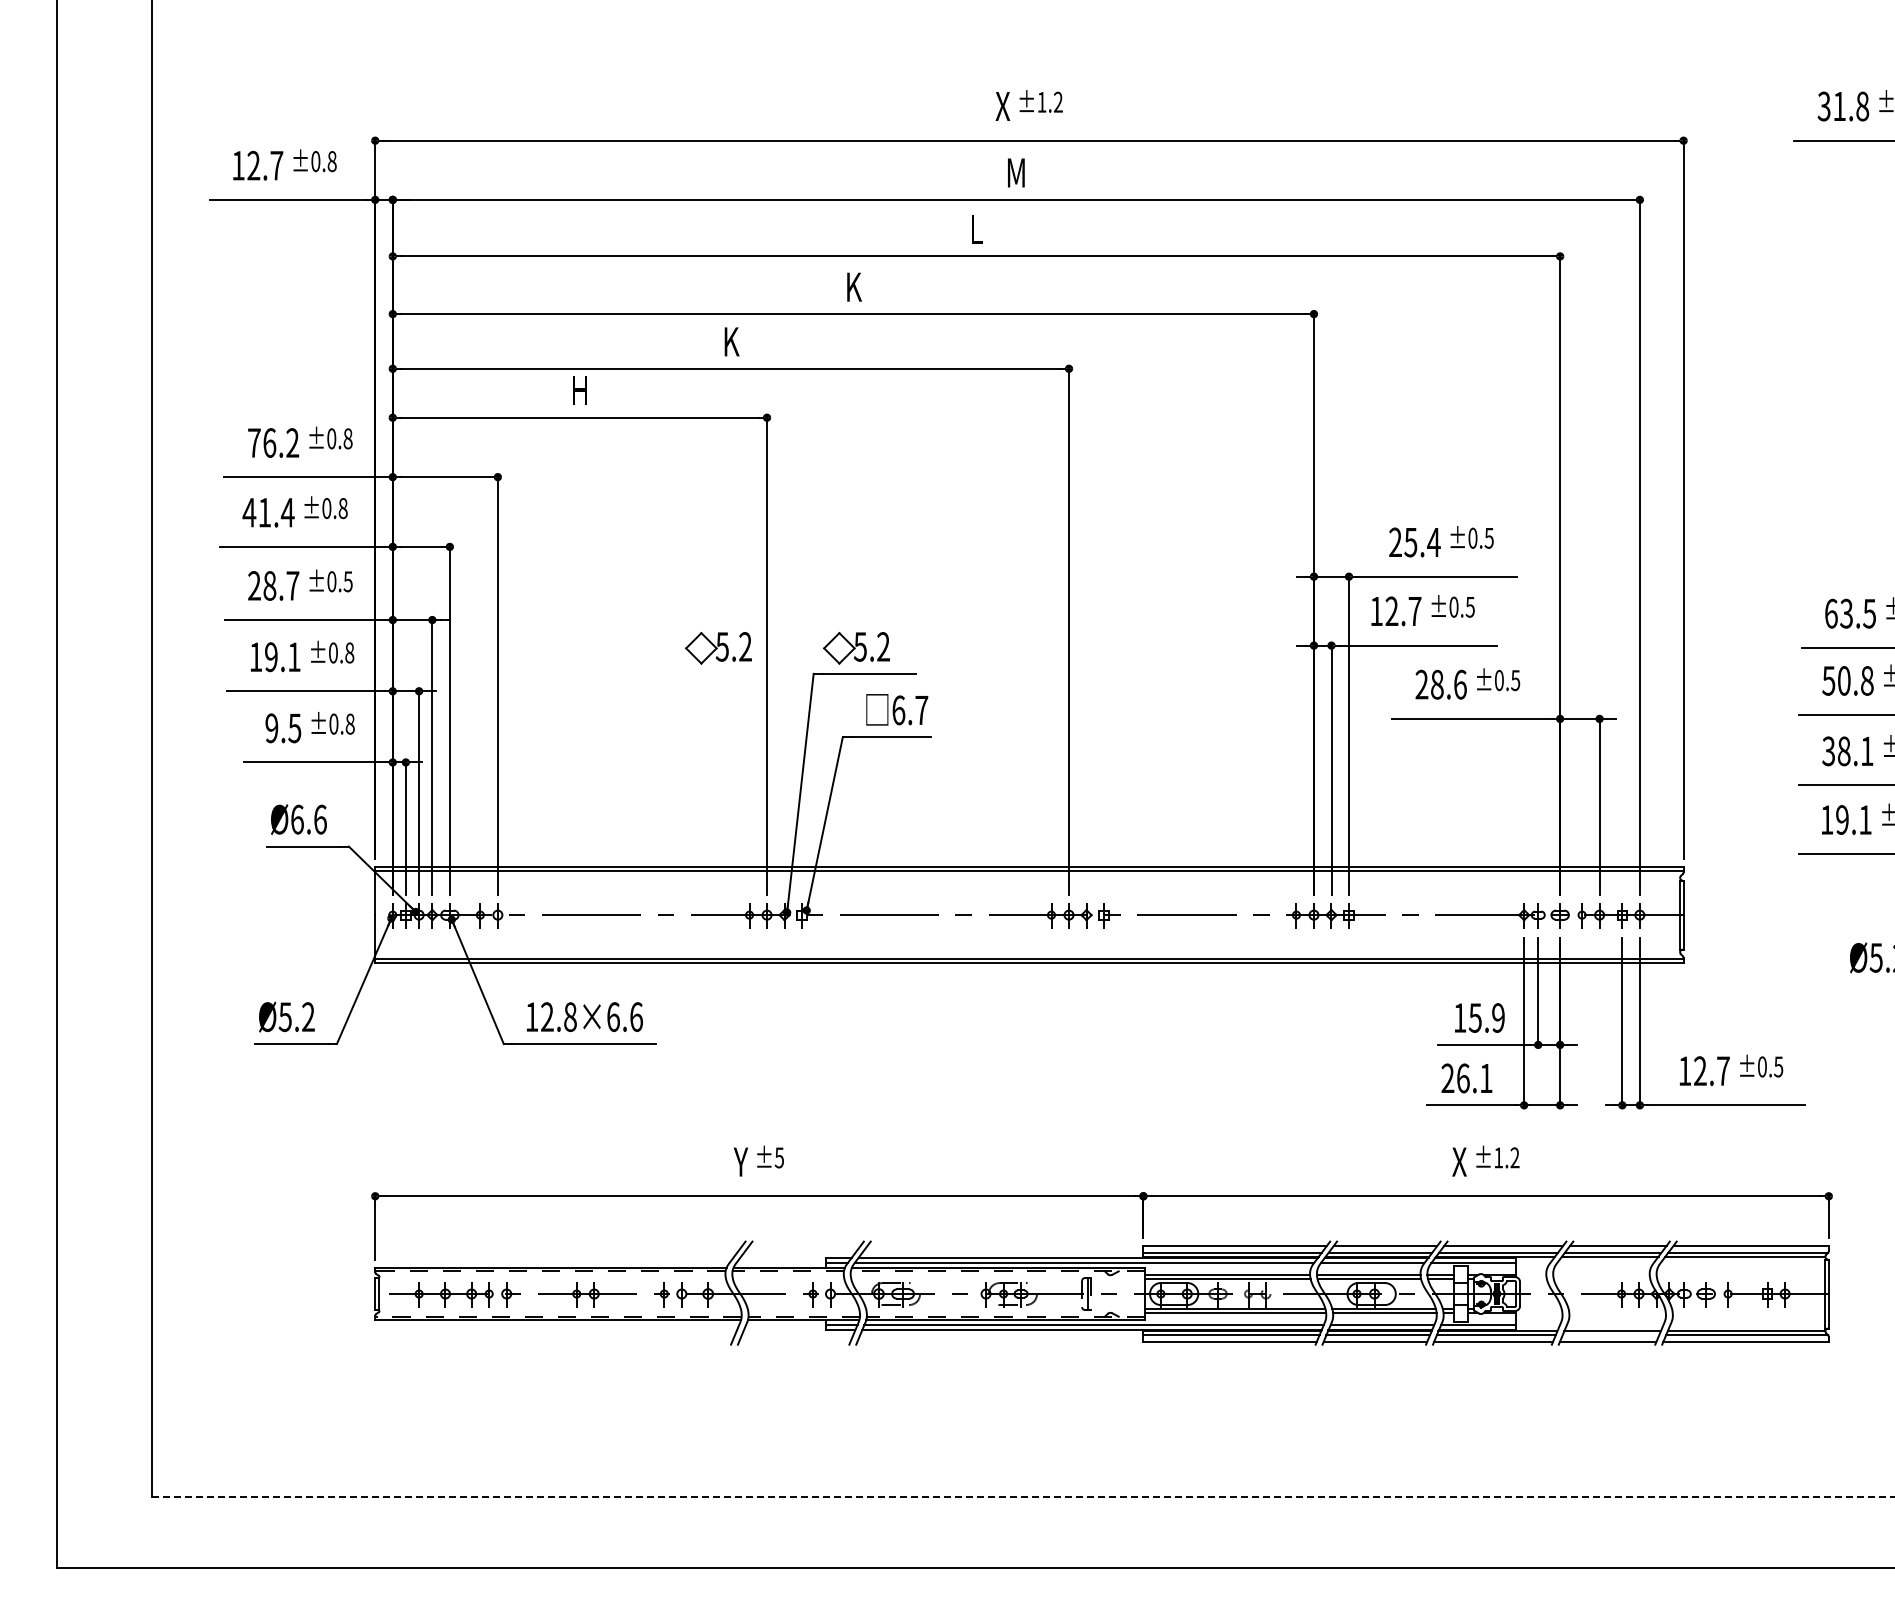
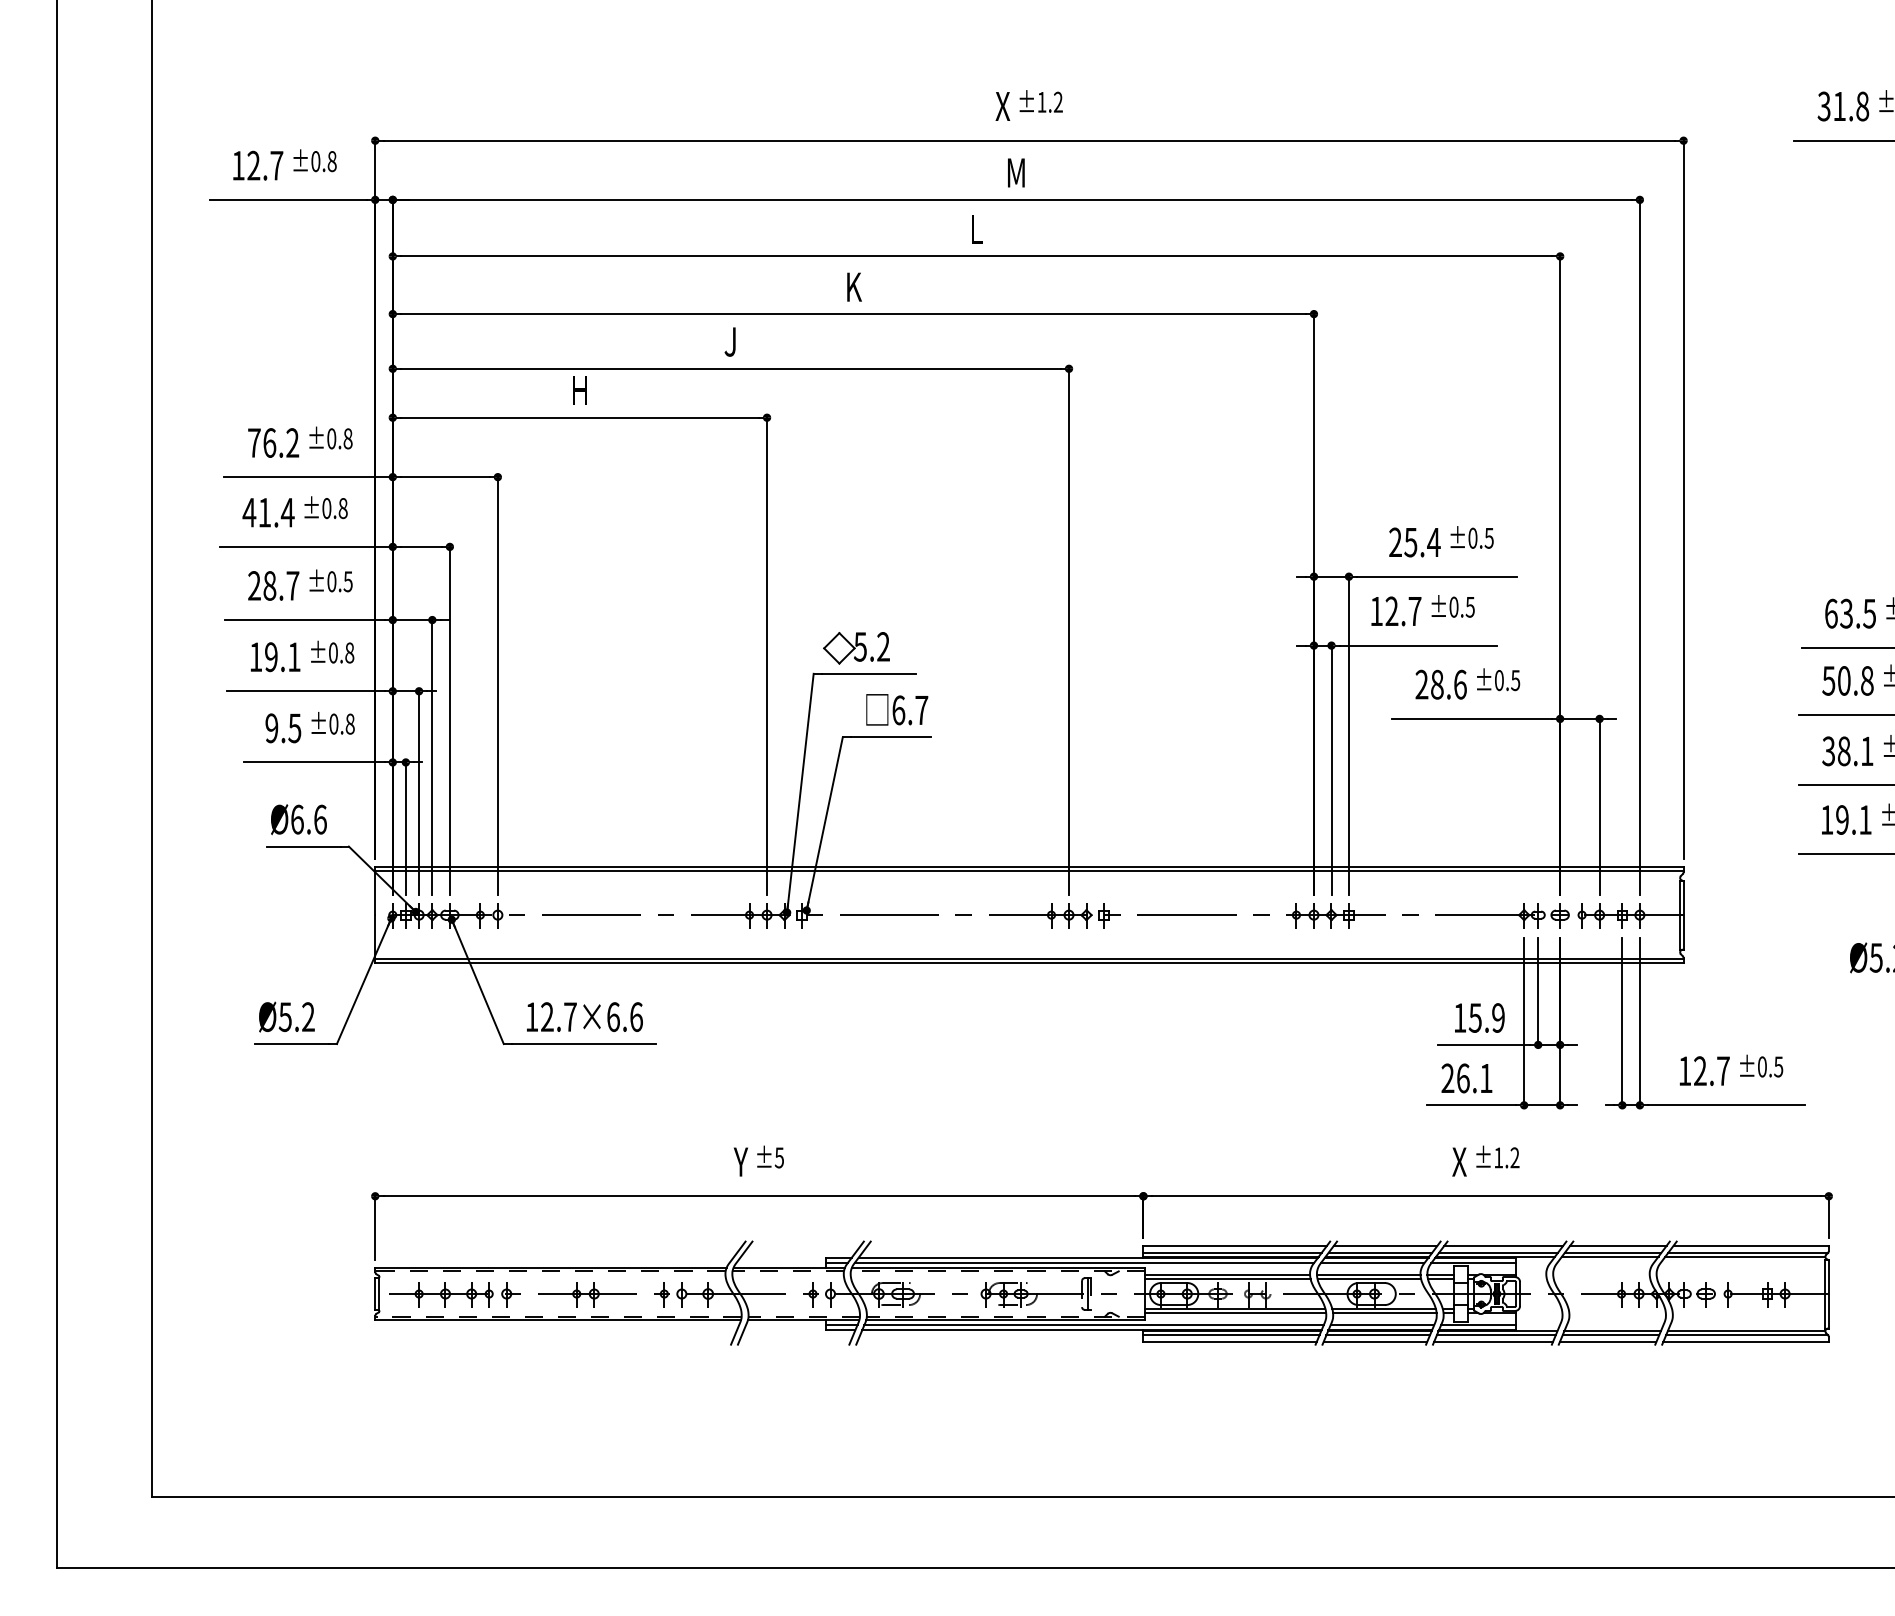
text at (731, 341): K -> J
part at (718, 648): present -> none
text at (570, 1017): 12.8×6.6 -> 12.7×6.6
line at (1610, 1335): none -> present
line at (1023, 1497): dashed -> solid
